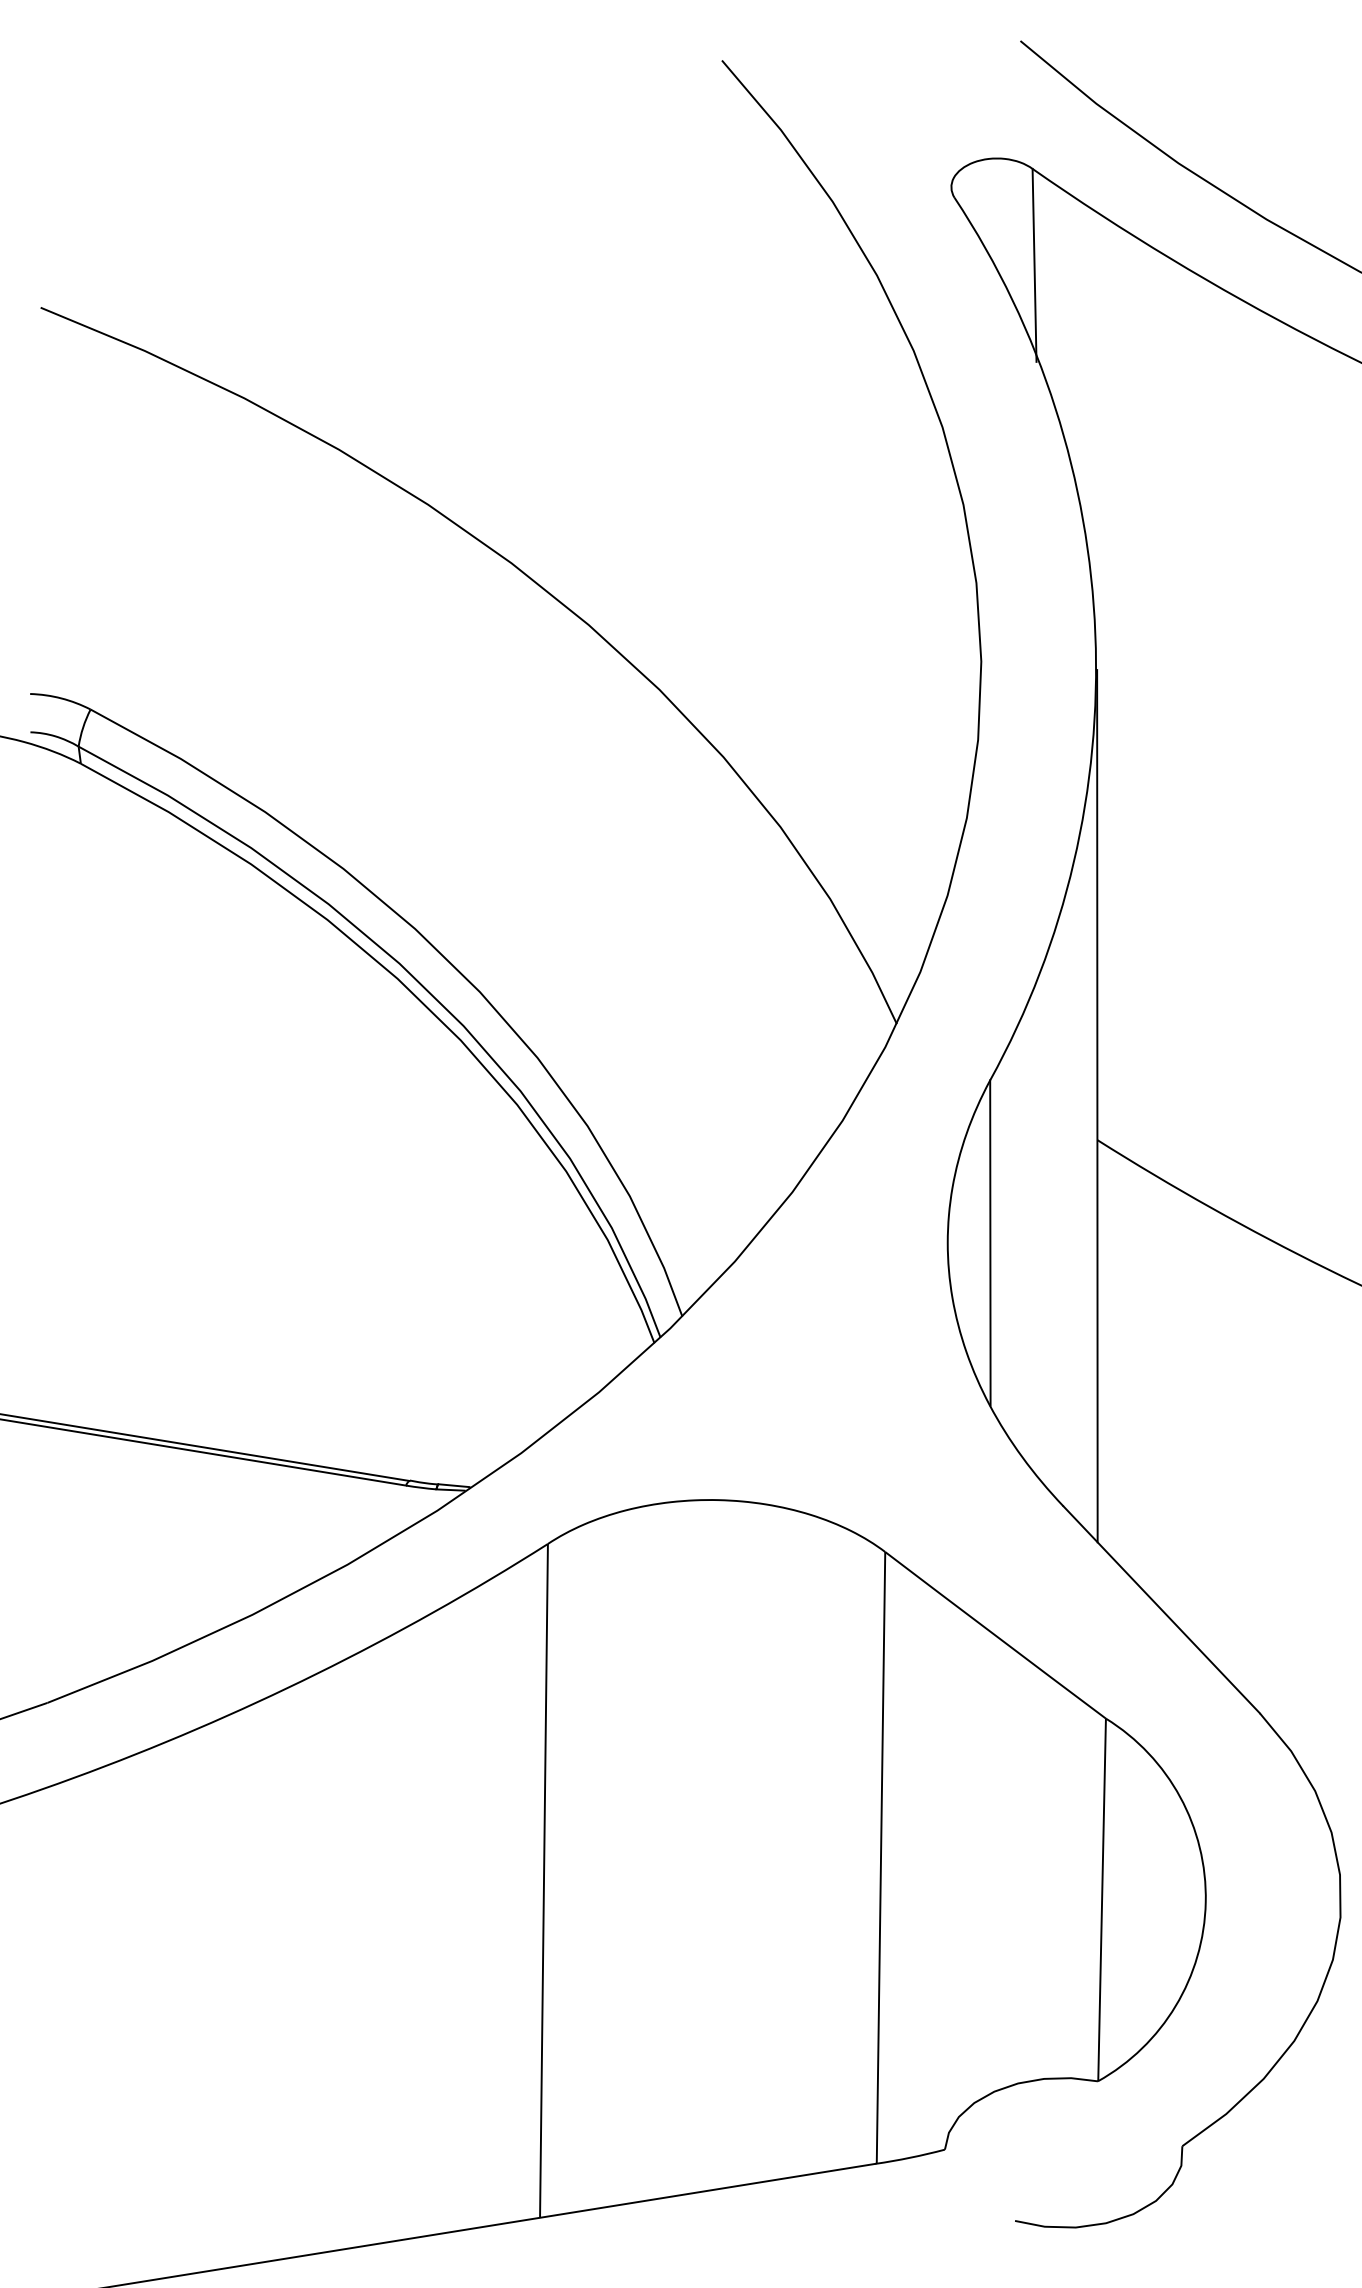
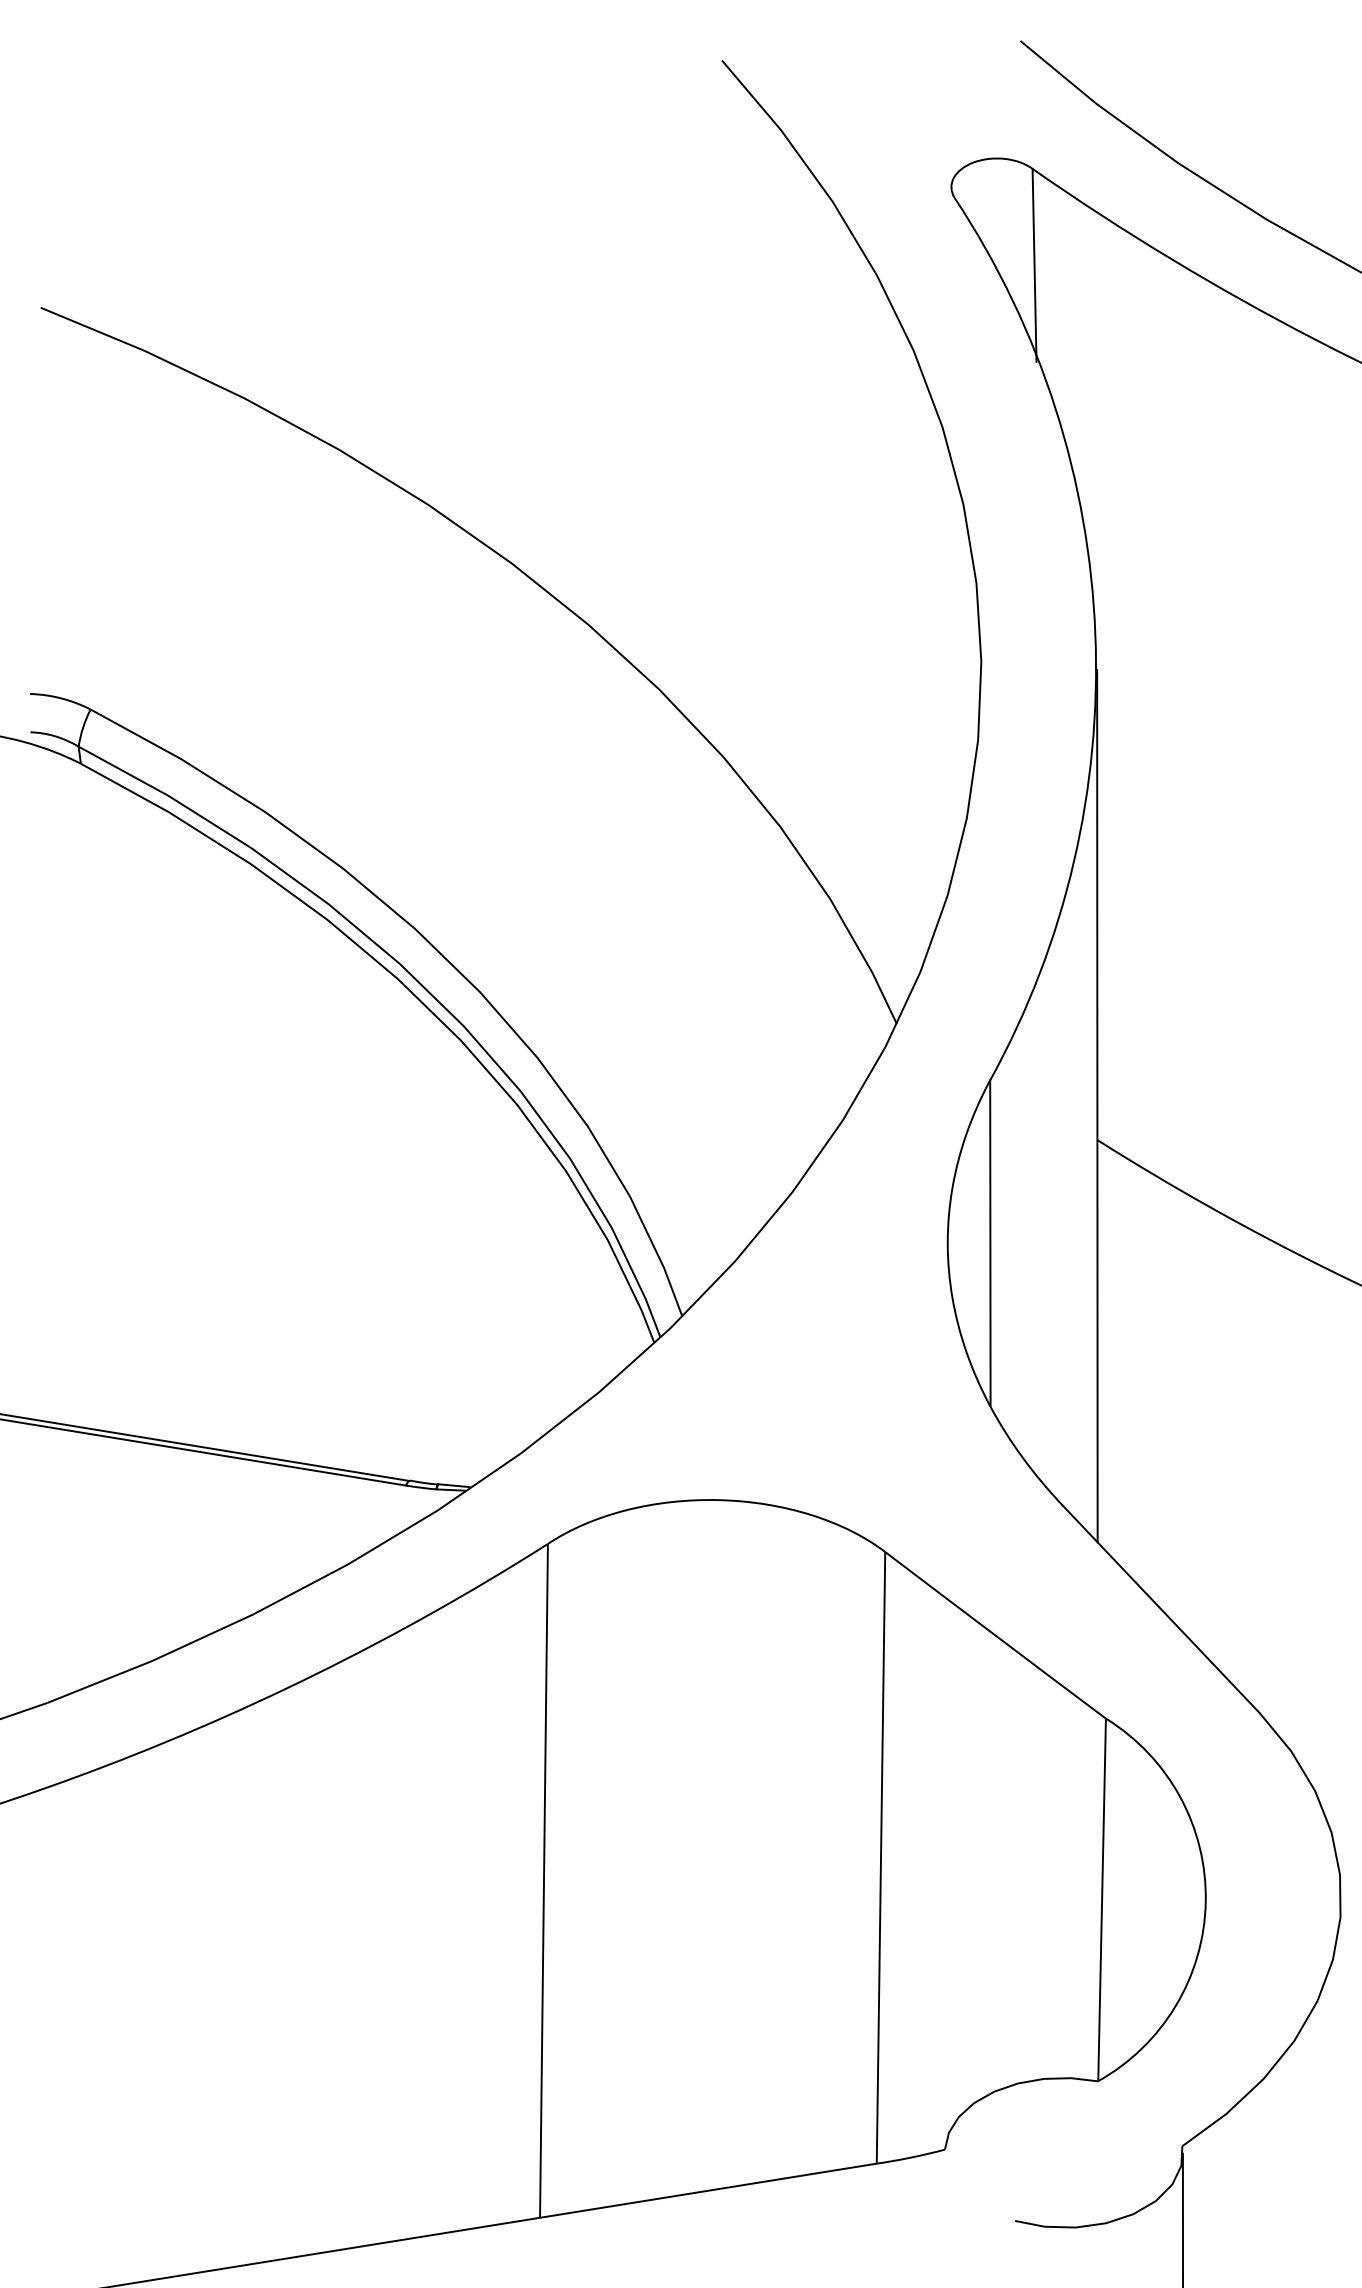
line at (1182, 2218): none -> present
